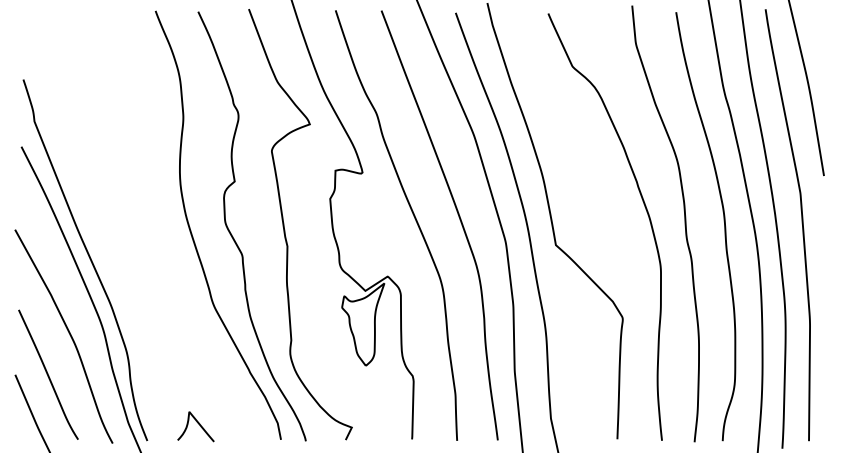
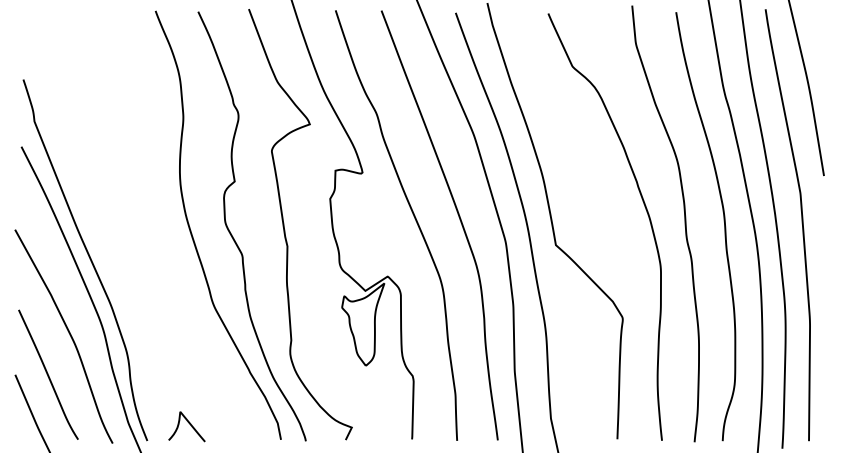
curve at (197, 423) position: (197, 423) -> (188, 423)
